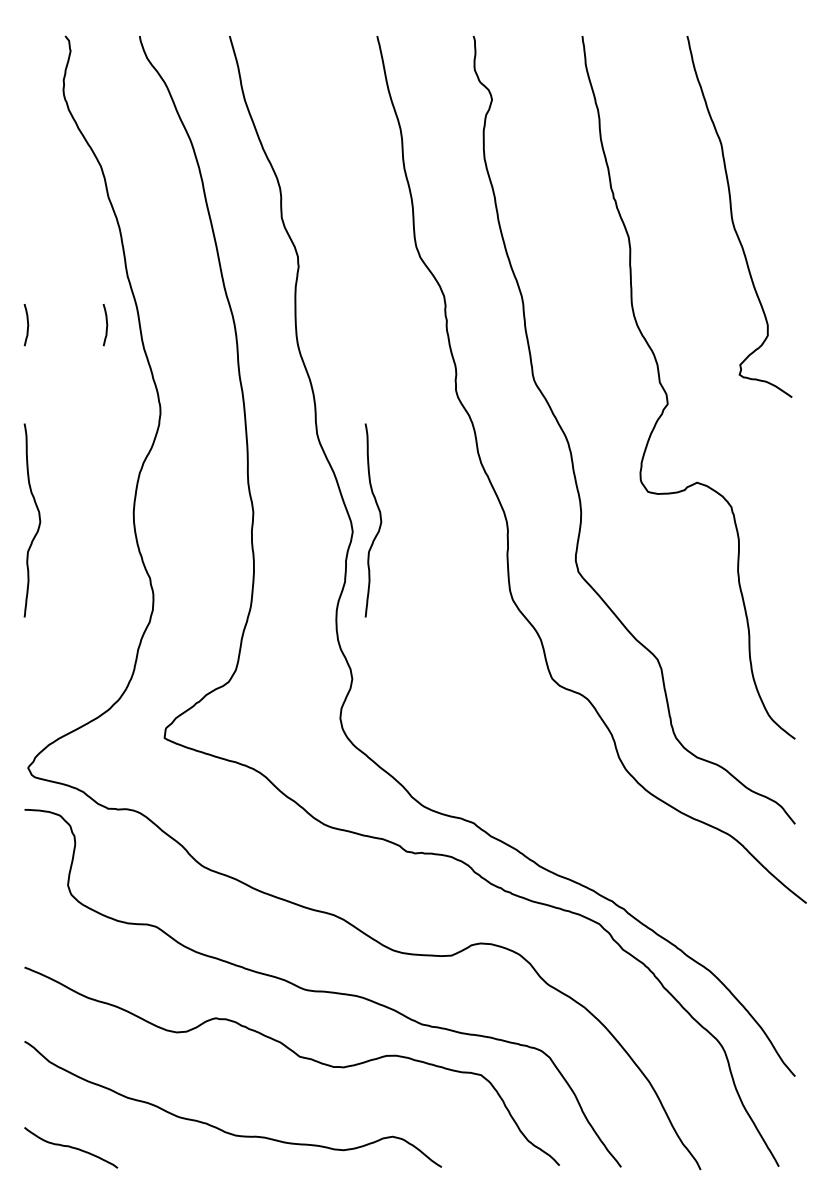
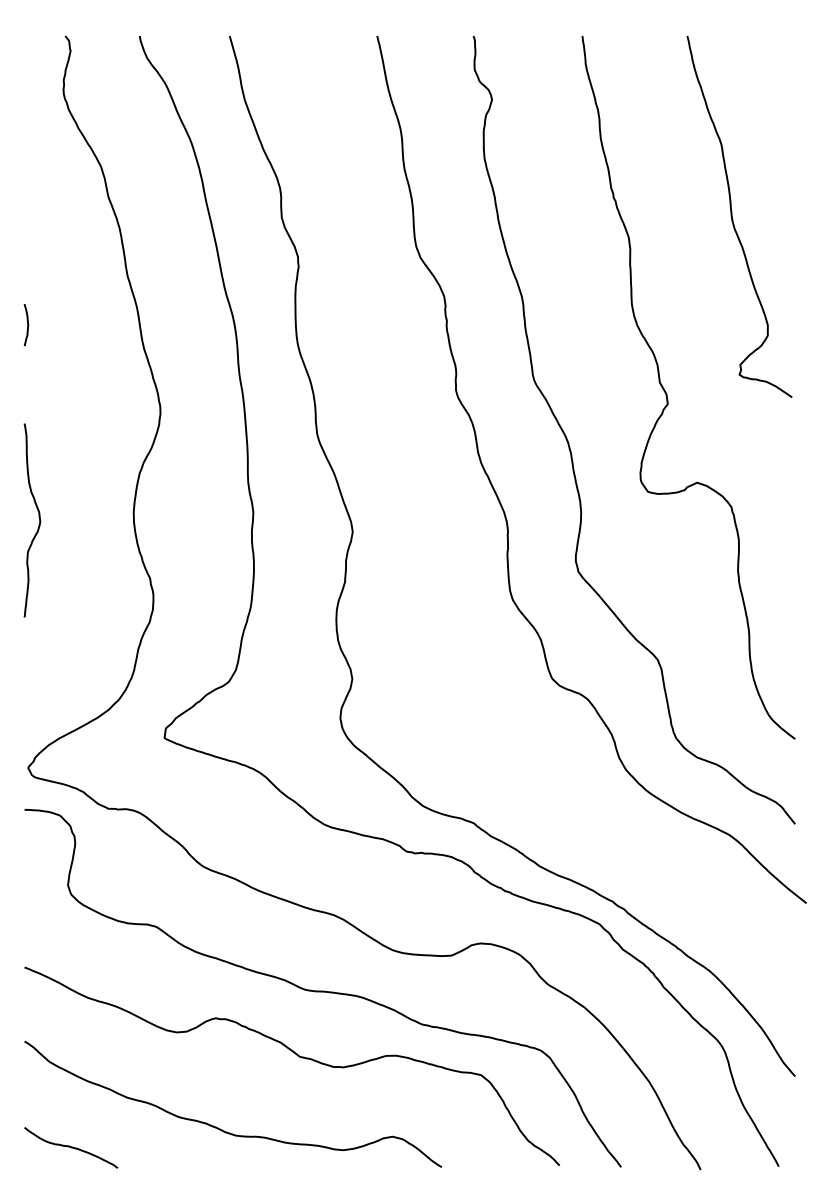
curve at (106, 325): present -> none
curve at (379, 517): present -> none
